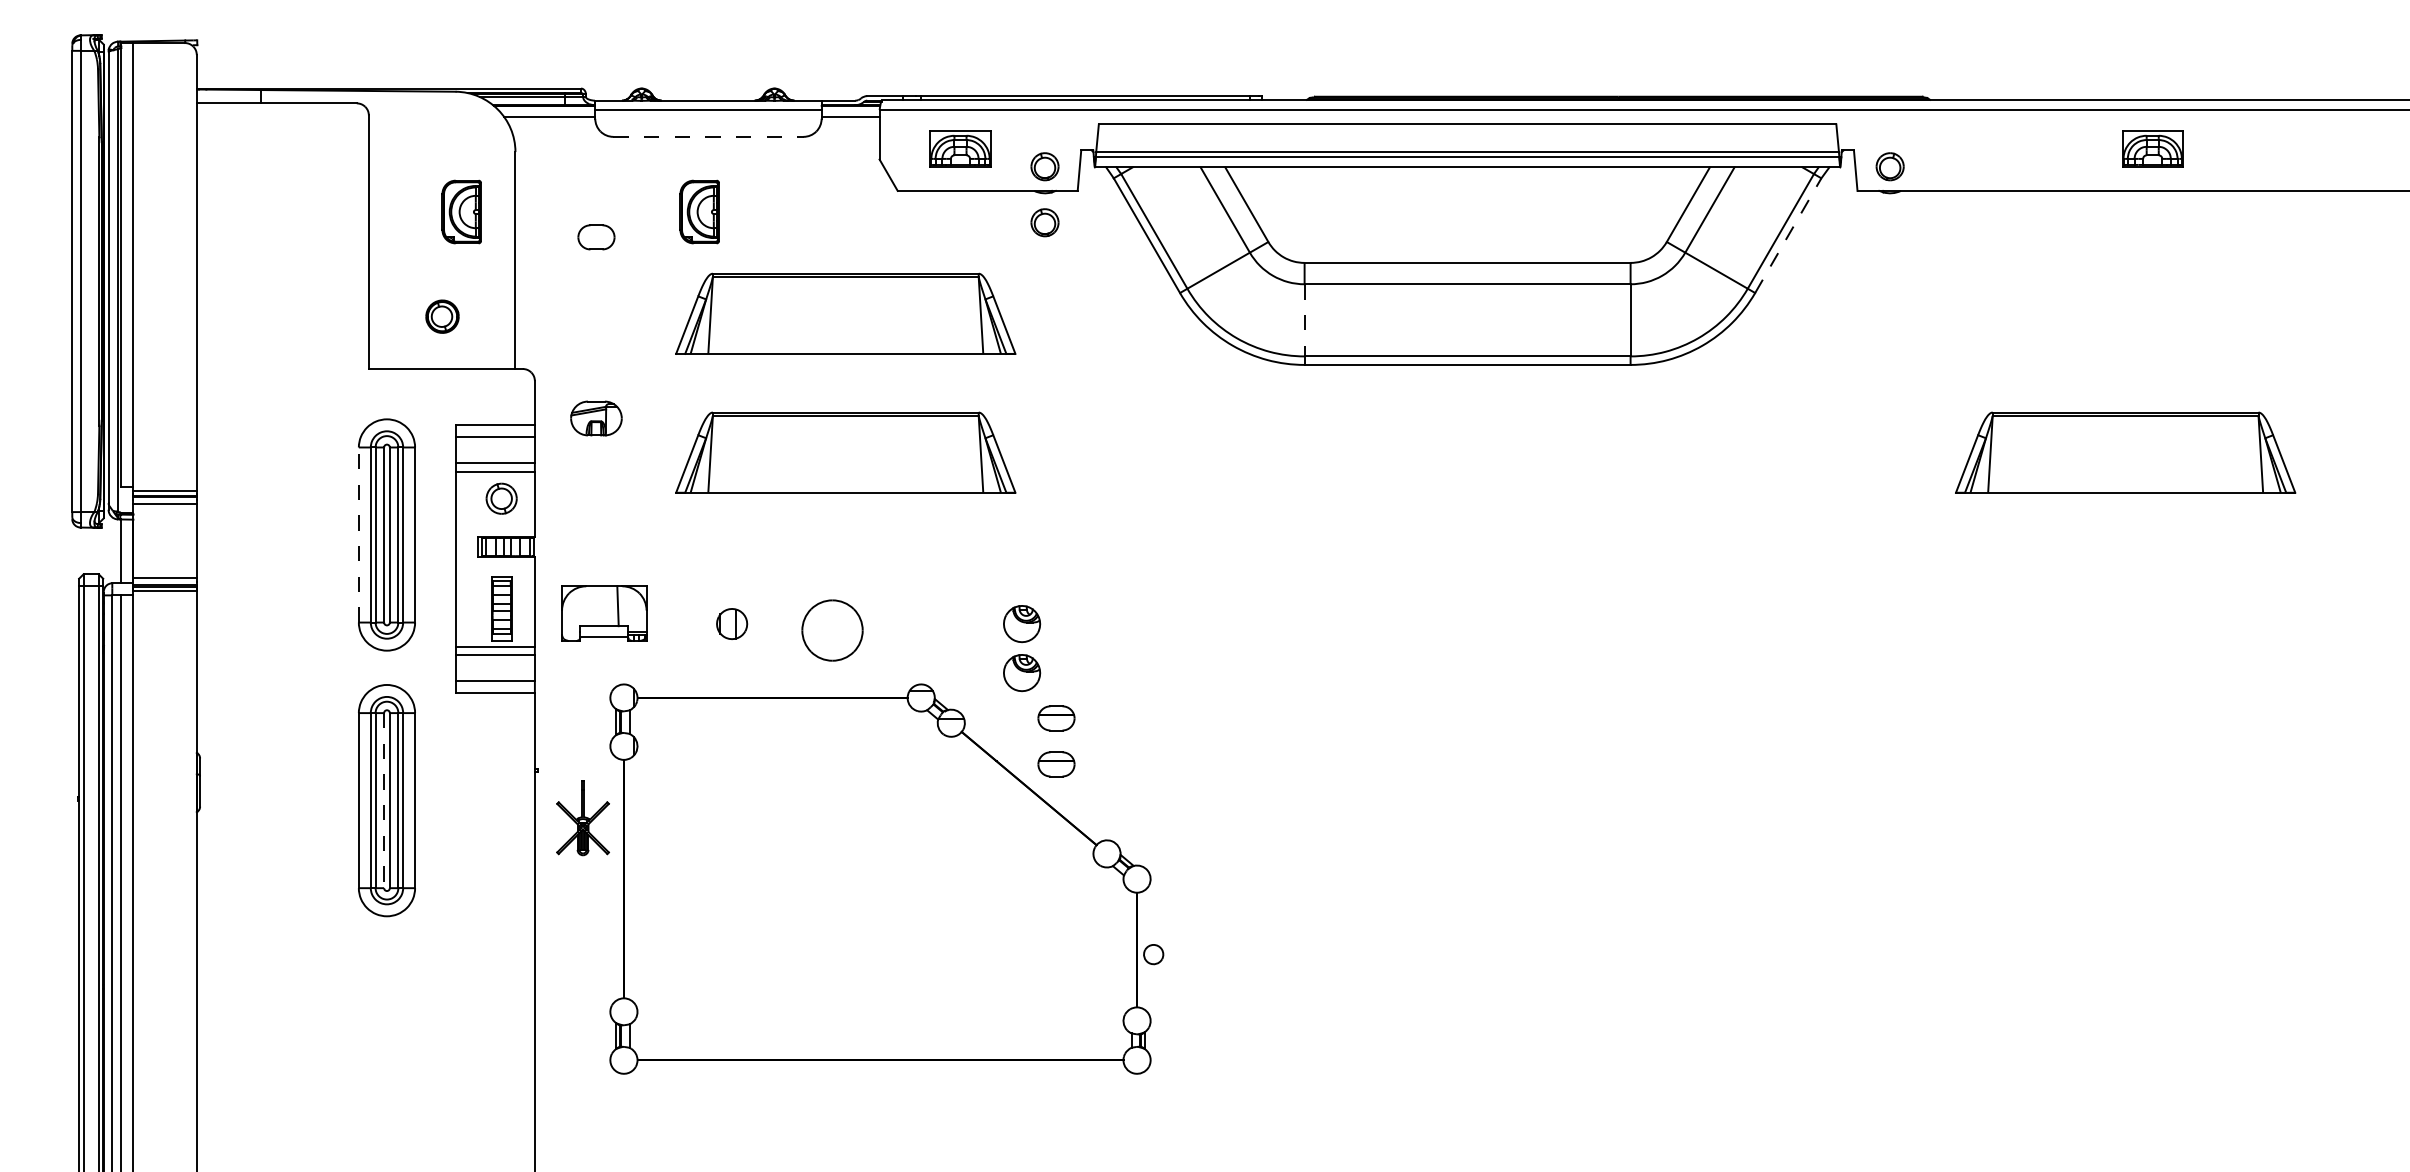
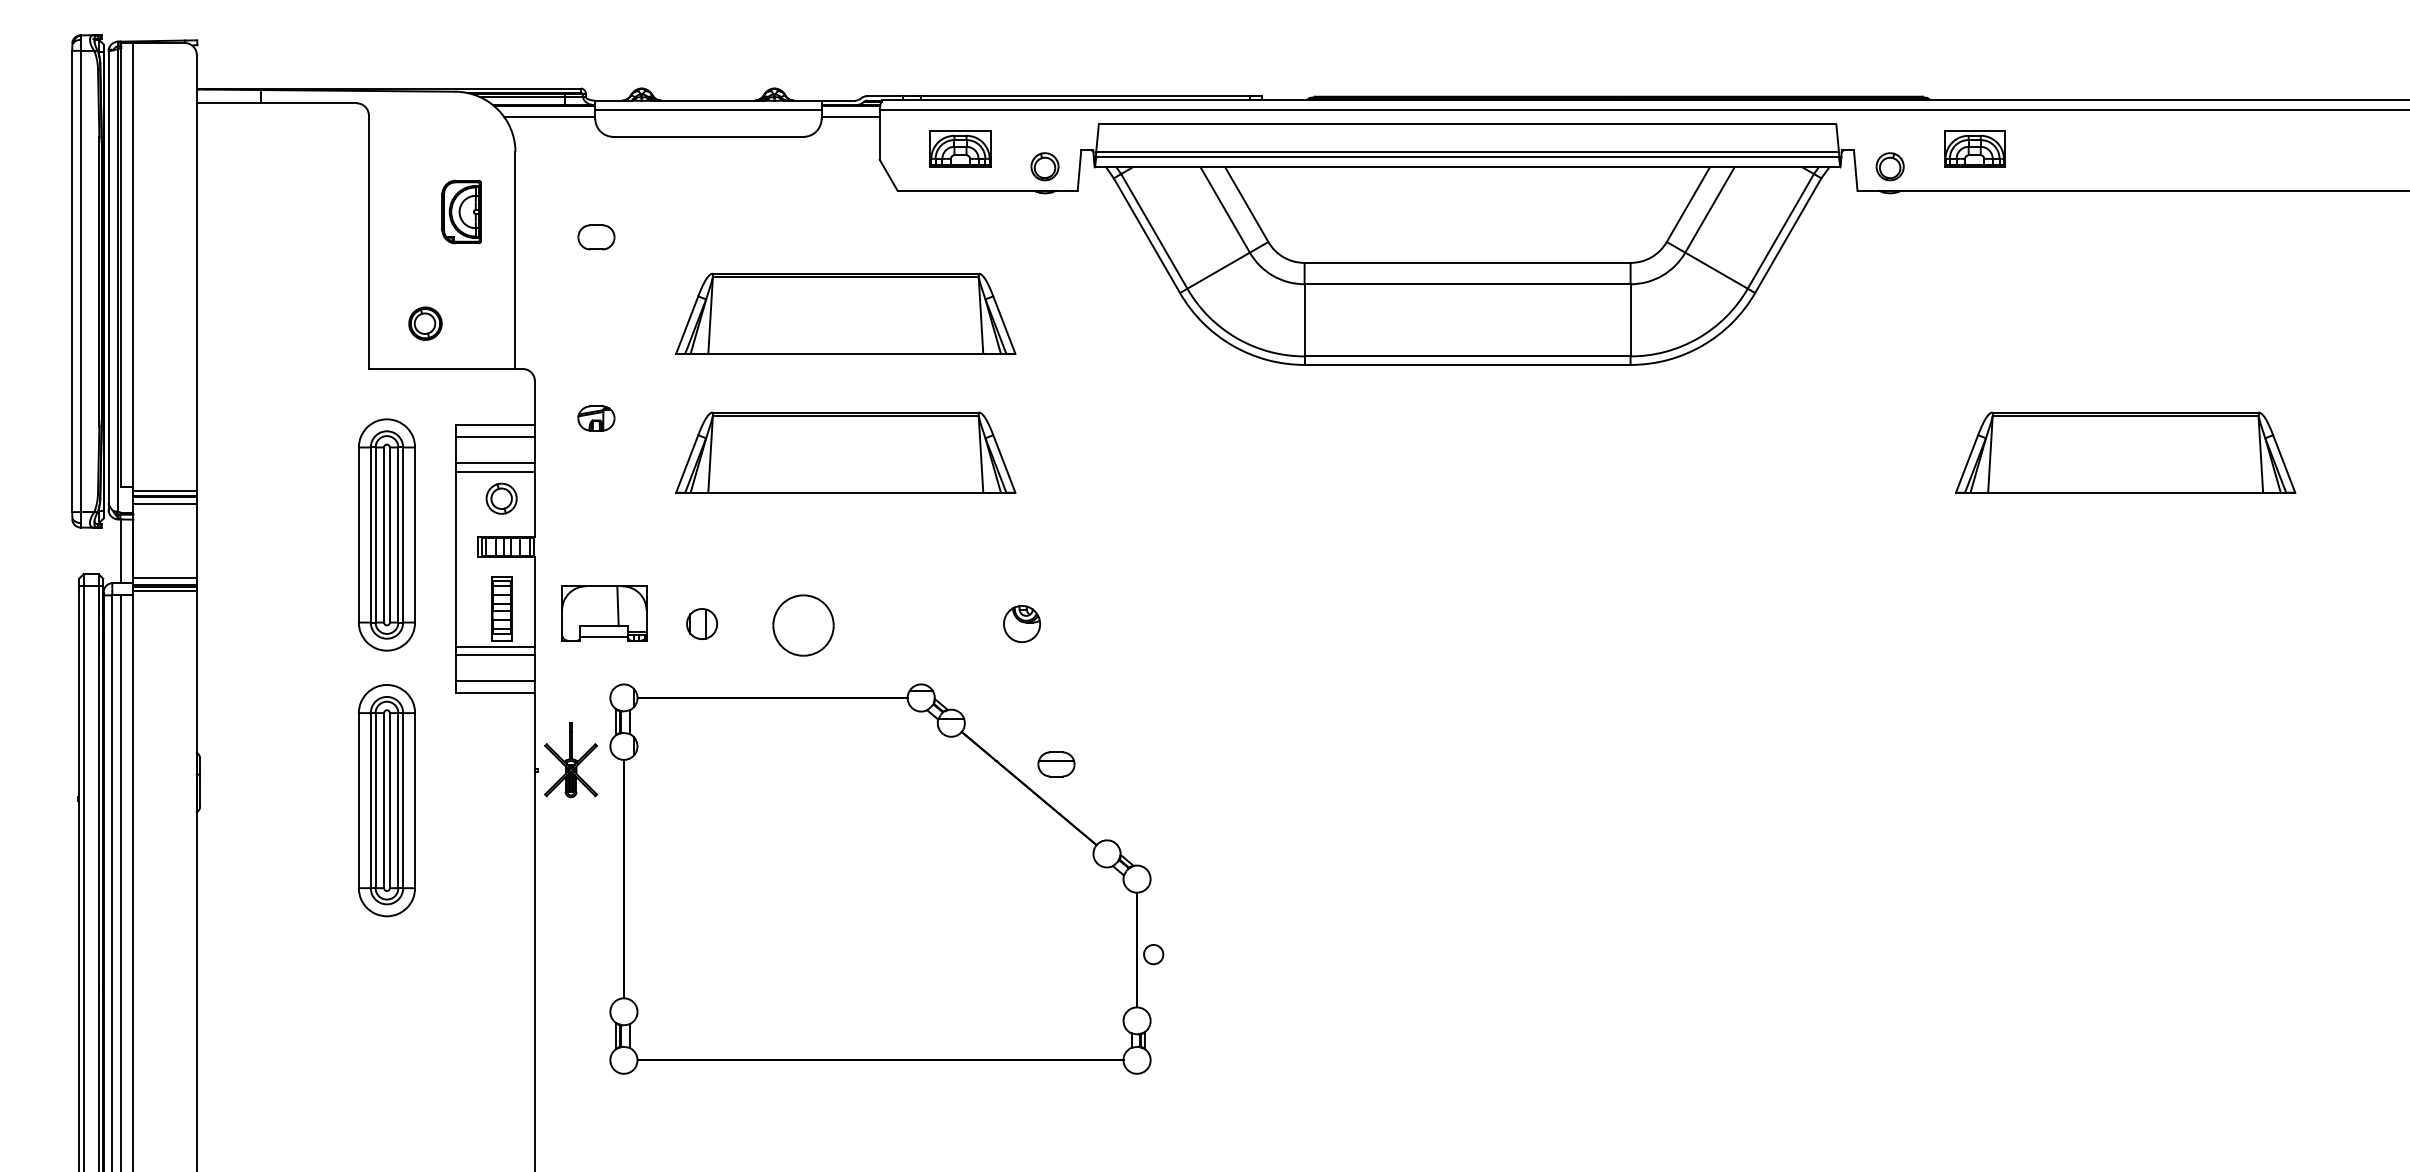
line at (708, 136): dashed -> solid
part at (2152, 148) position: (2152, 148) -> (1974, 148)
part at (699, 211): present -> none
part at (1044, 222): present -> none
line at (1788, 235): dashed -> solid
part at (442, 316) position: (442, 316) -> (425, 323)
line at (1304, 320): dashed -> solid
part at (596, 418) size: 53x37 px -> 39x27 px
line at (358, 535): dashed -> solid
part at (732, 623) position: (732, 623) -> (702, 623)
part at (832, 630) position: (832, 630) -> (803, 625)
part at (1022, 673): present -> none
part at (1056, 718): present -> none
line at (384, 800): dashed -> solid
part at (582, 818) position: (582, 818) -> (570, 760)
